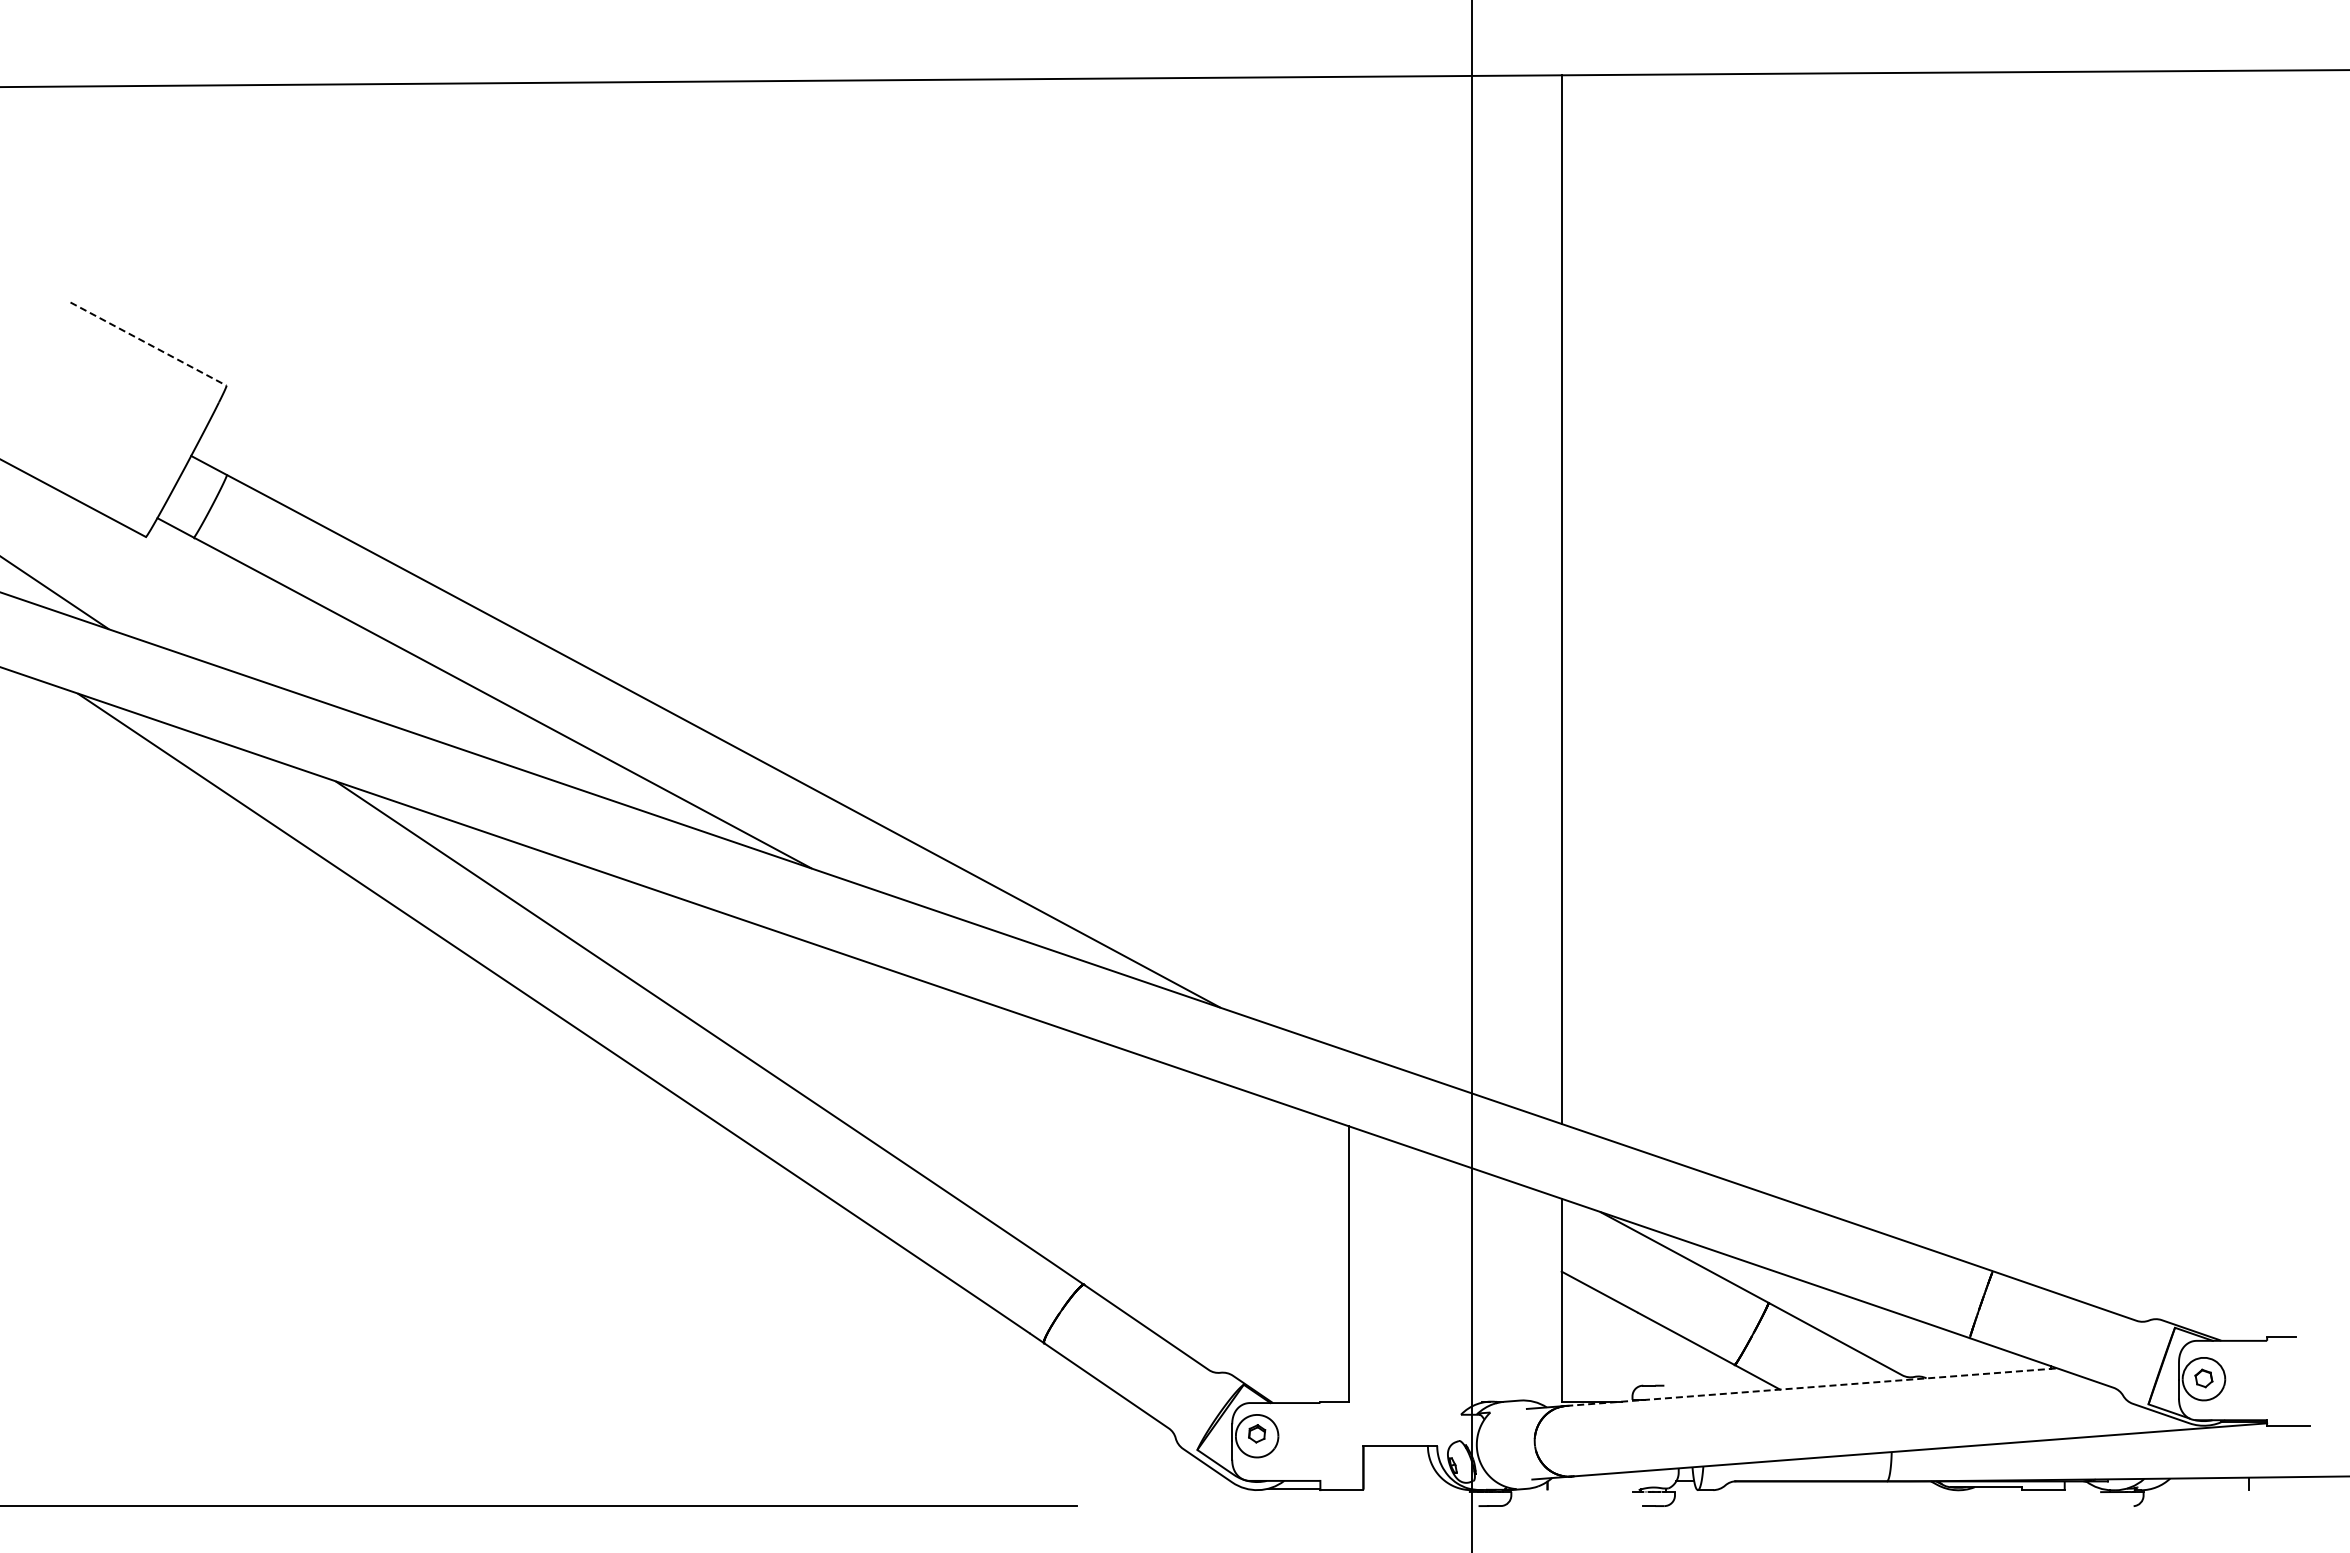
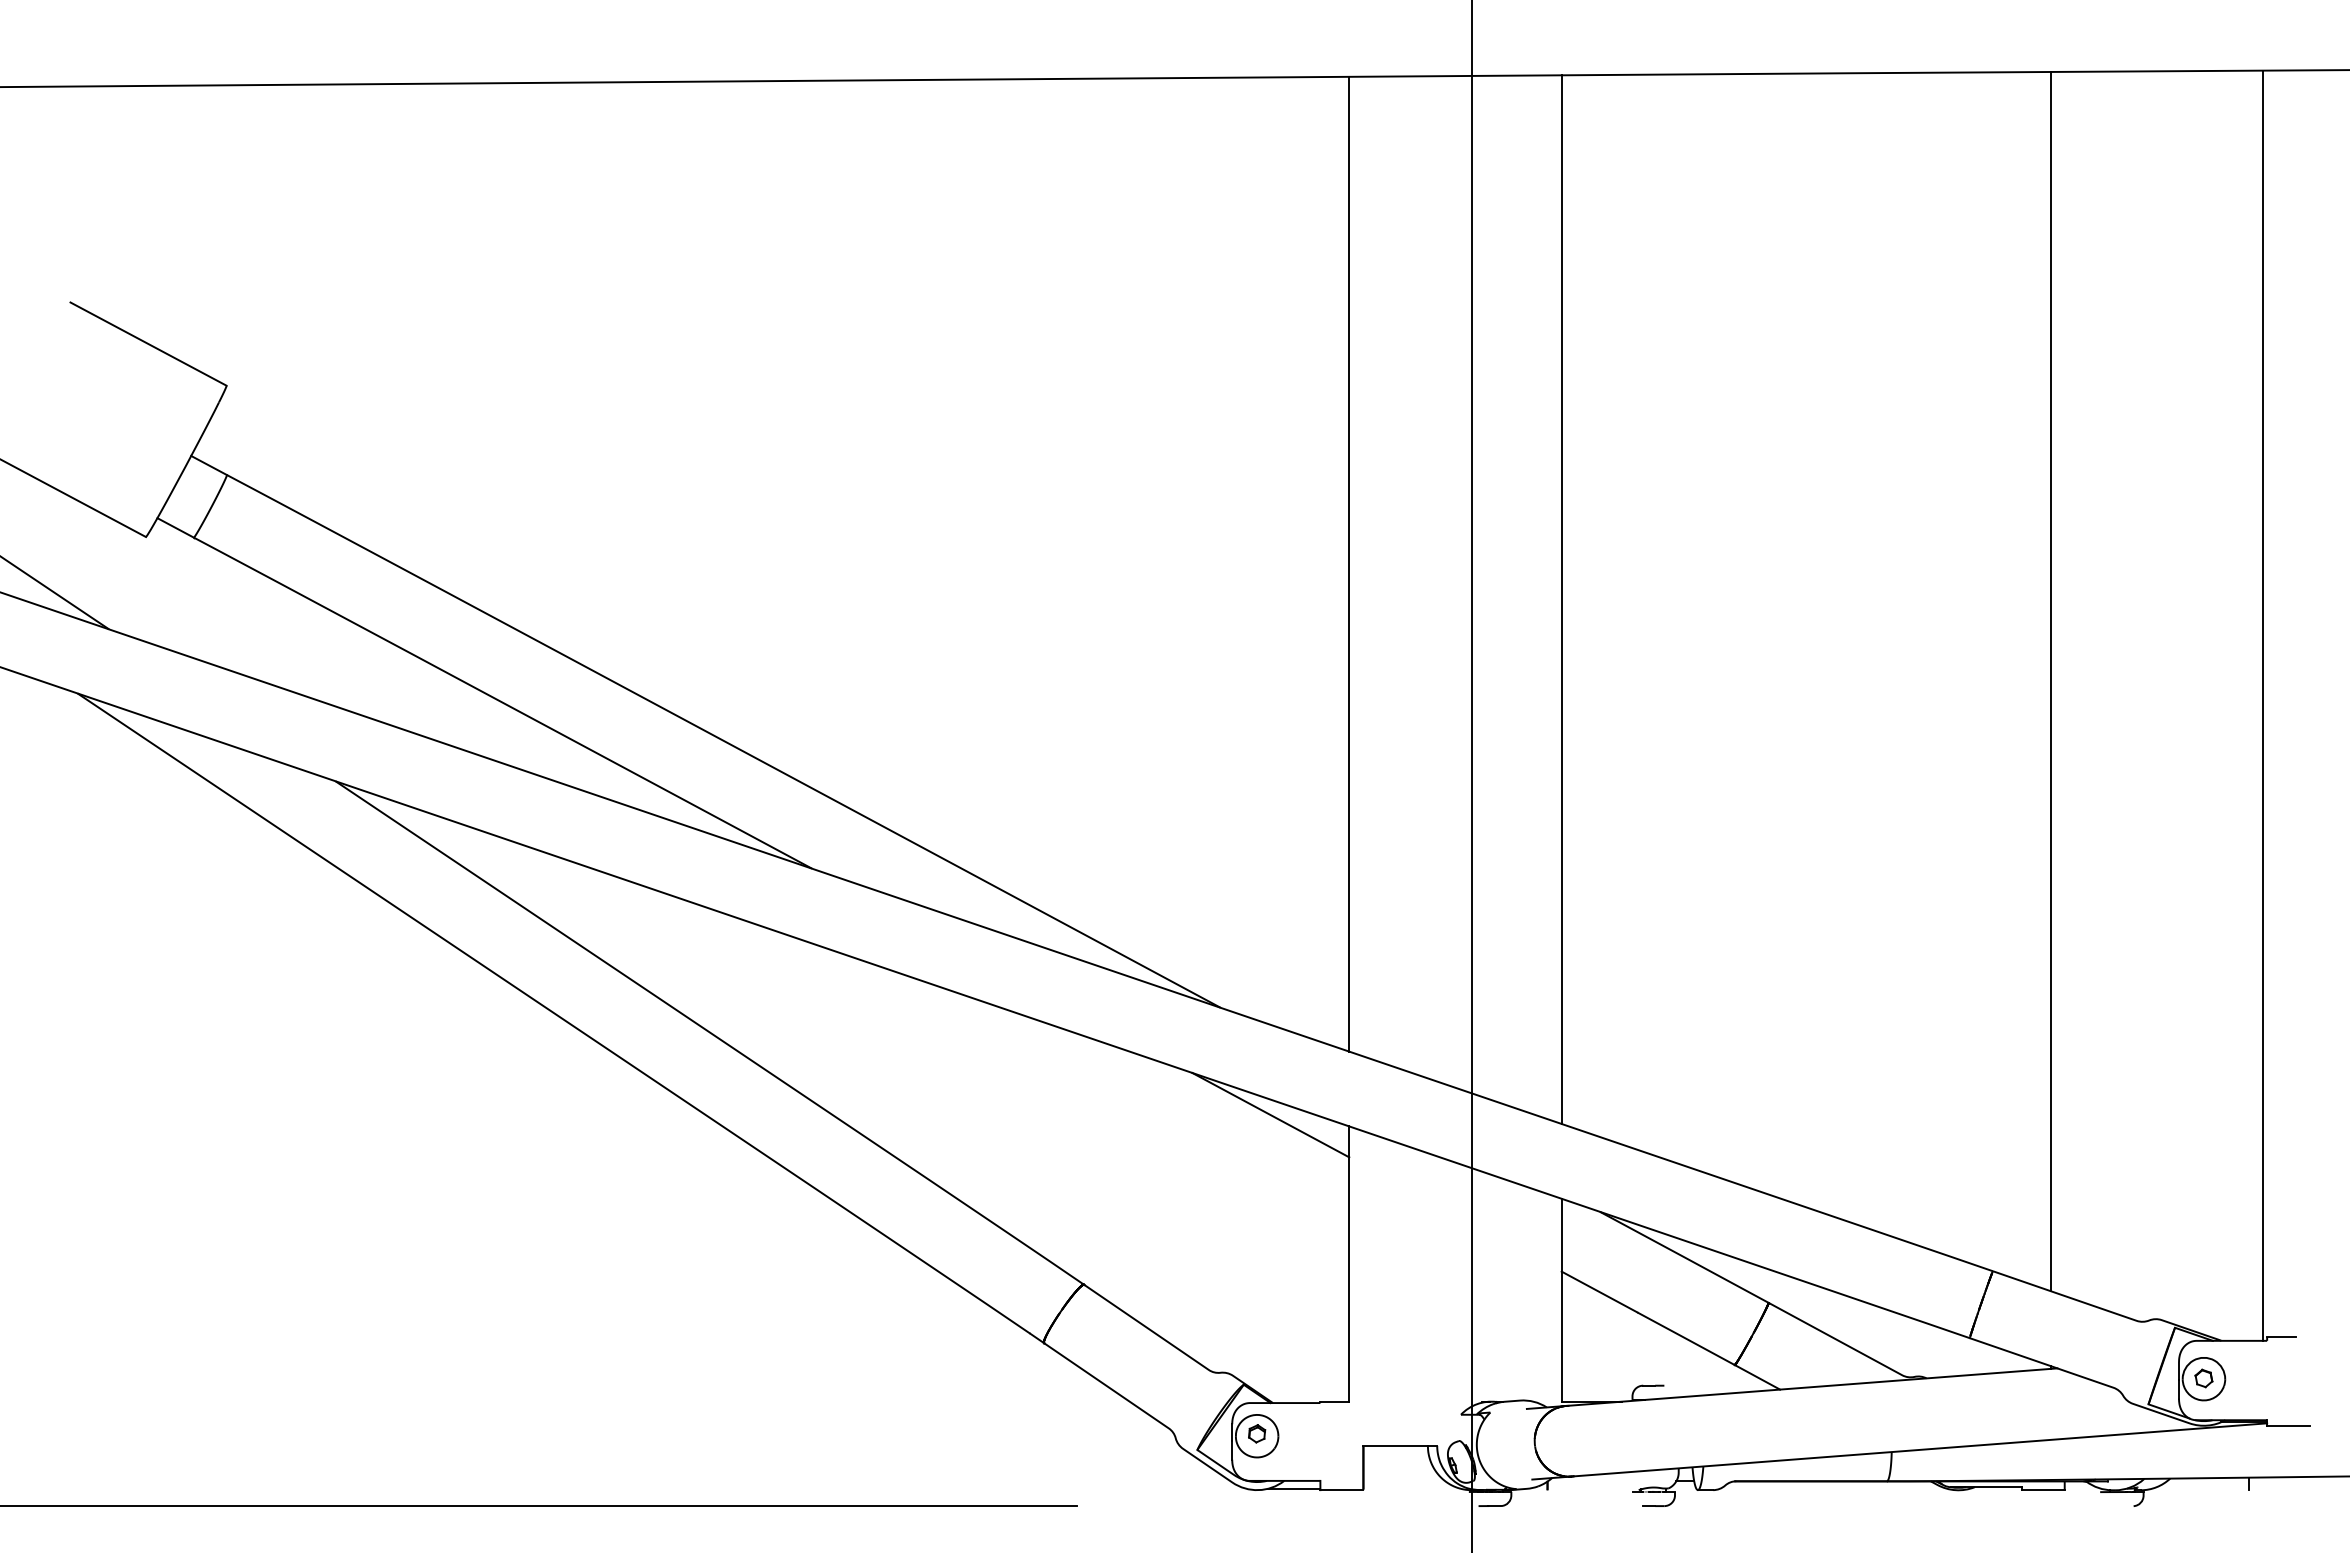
line at (148, 344): dashed -> solid
line at (1349, 563): none -> present
line at (2050, 681): none -> present
line at (2262, 705): none -> present
line at (1270, 1114): none -> present
line at (1812, 1387): dashed -> solid
